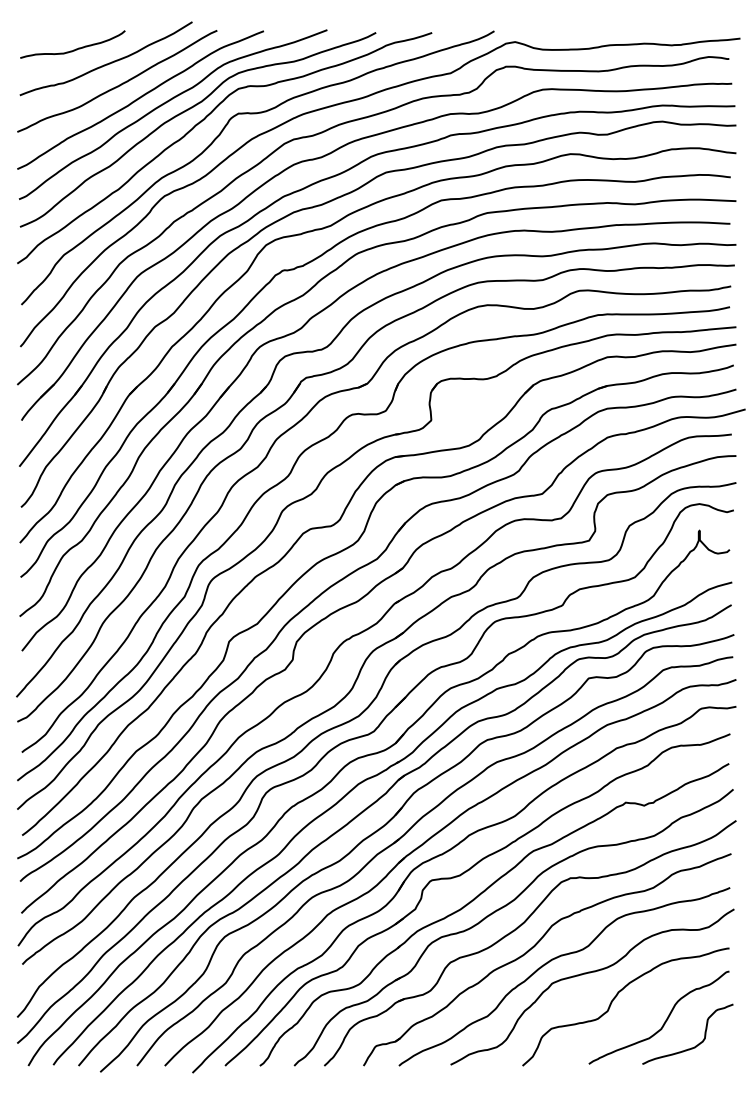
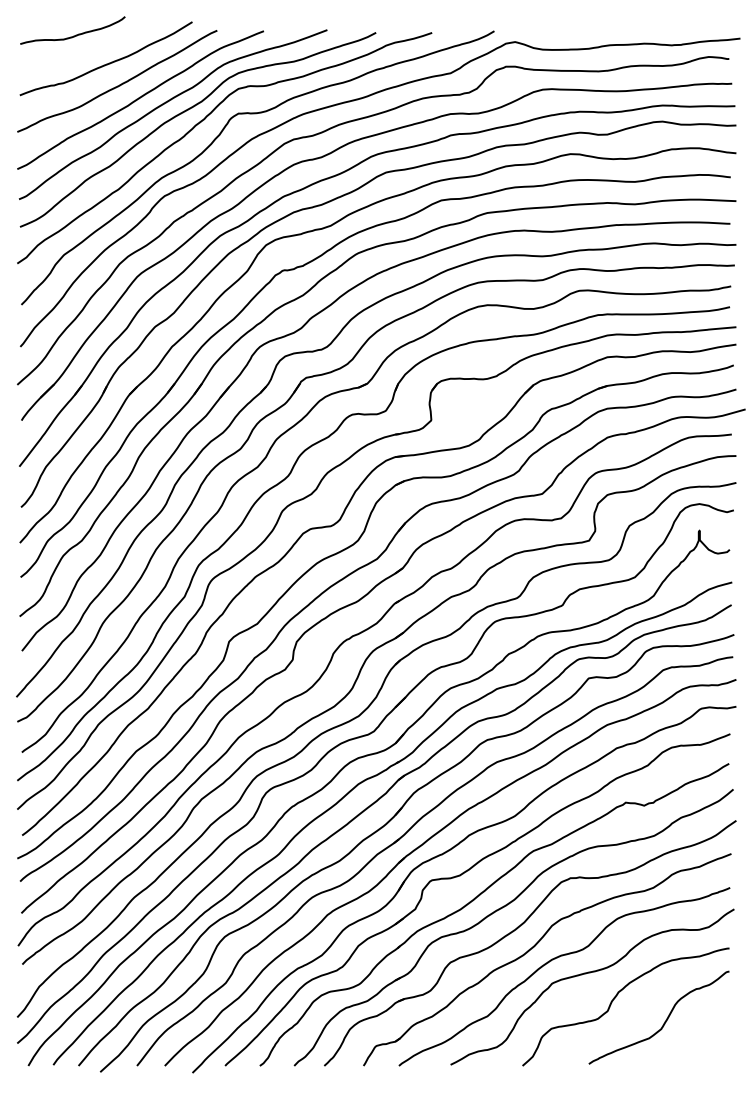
curve at (73, 49) position: (73, 49) -> (73, 35)
curve at (695, 1045): present -> none
